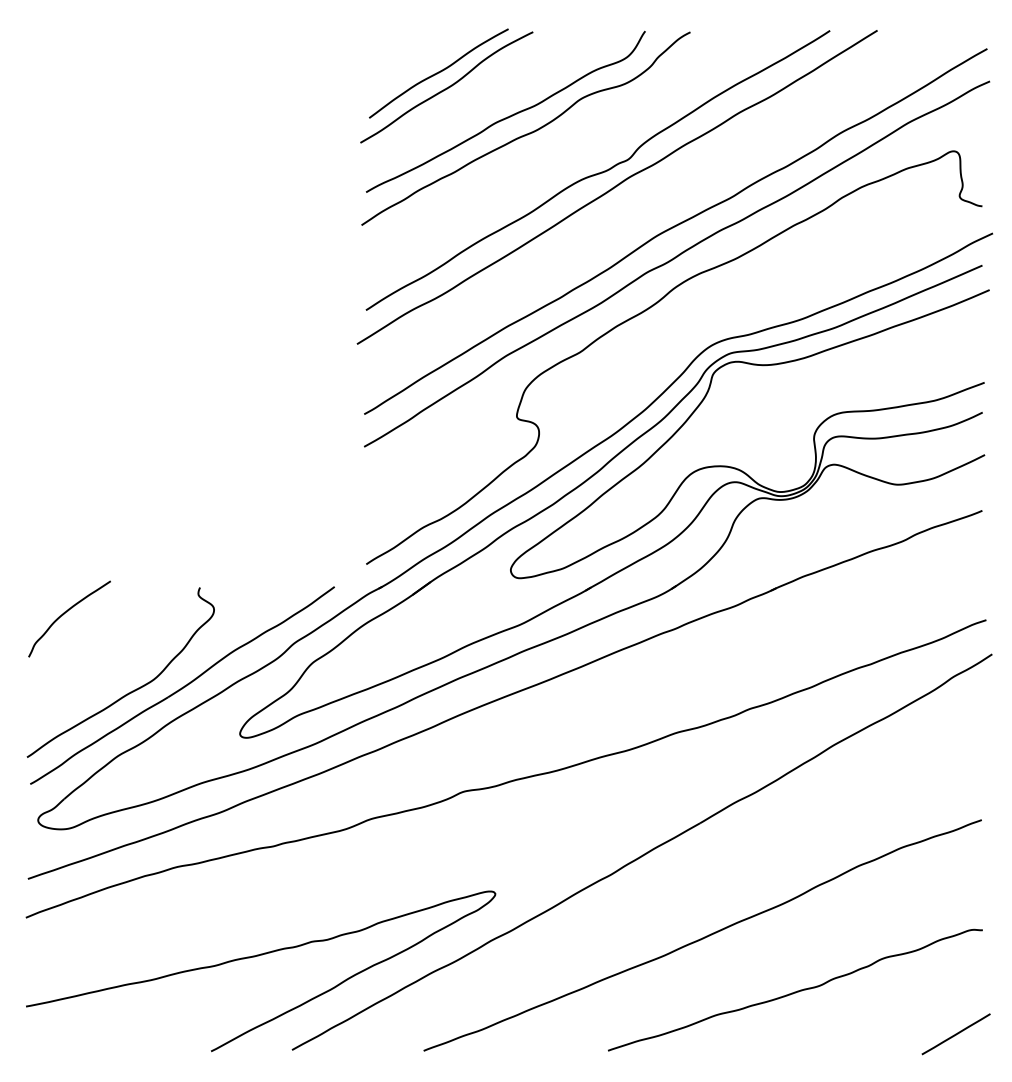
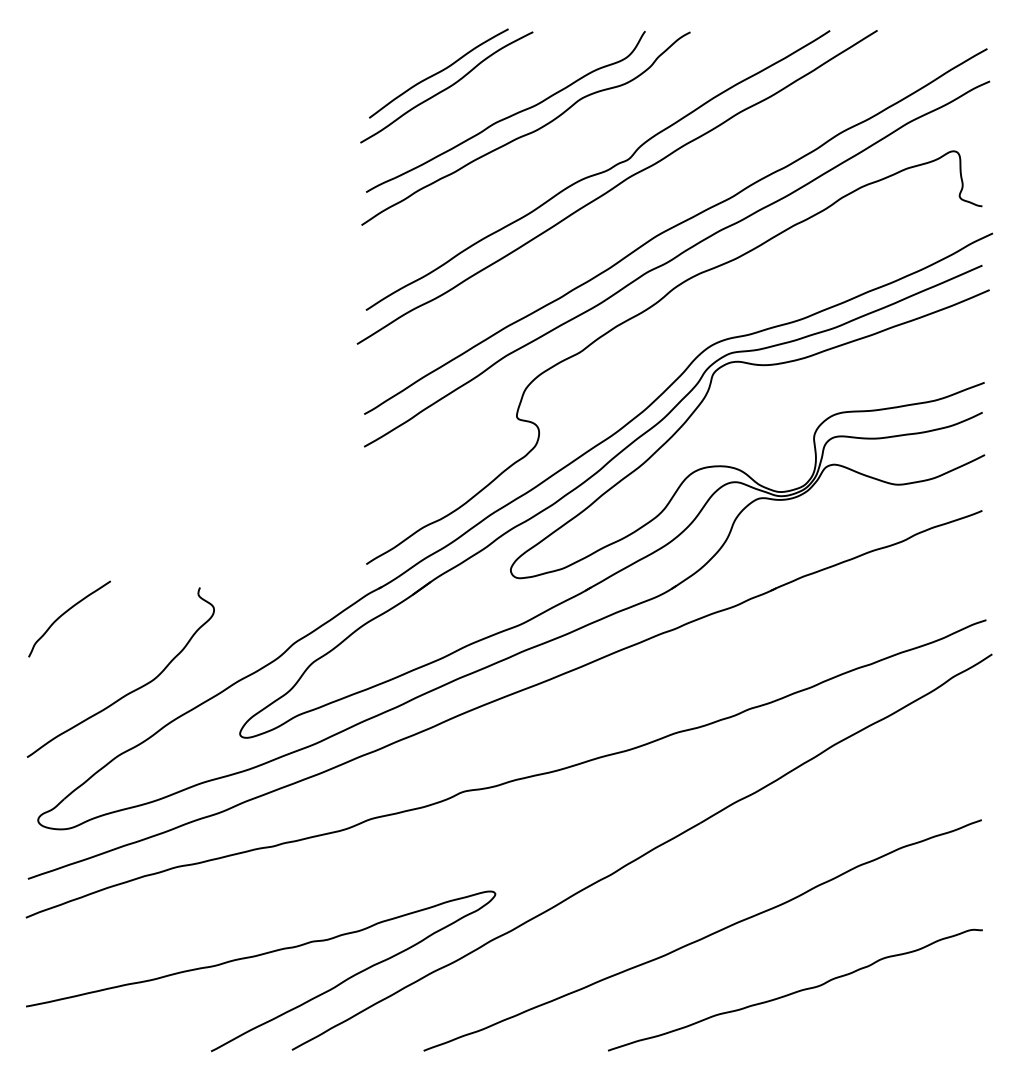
part at (182, 685): present -> none
line at (955, 1034): present -> none
